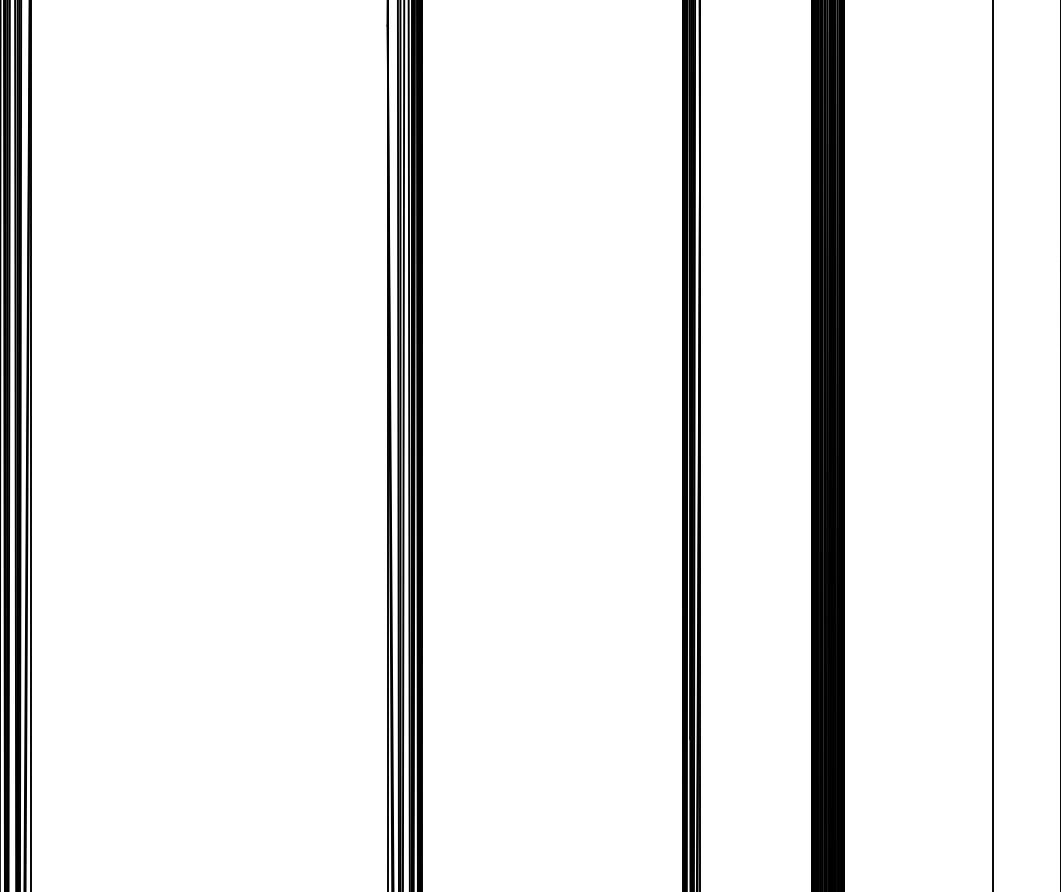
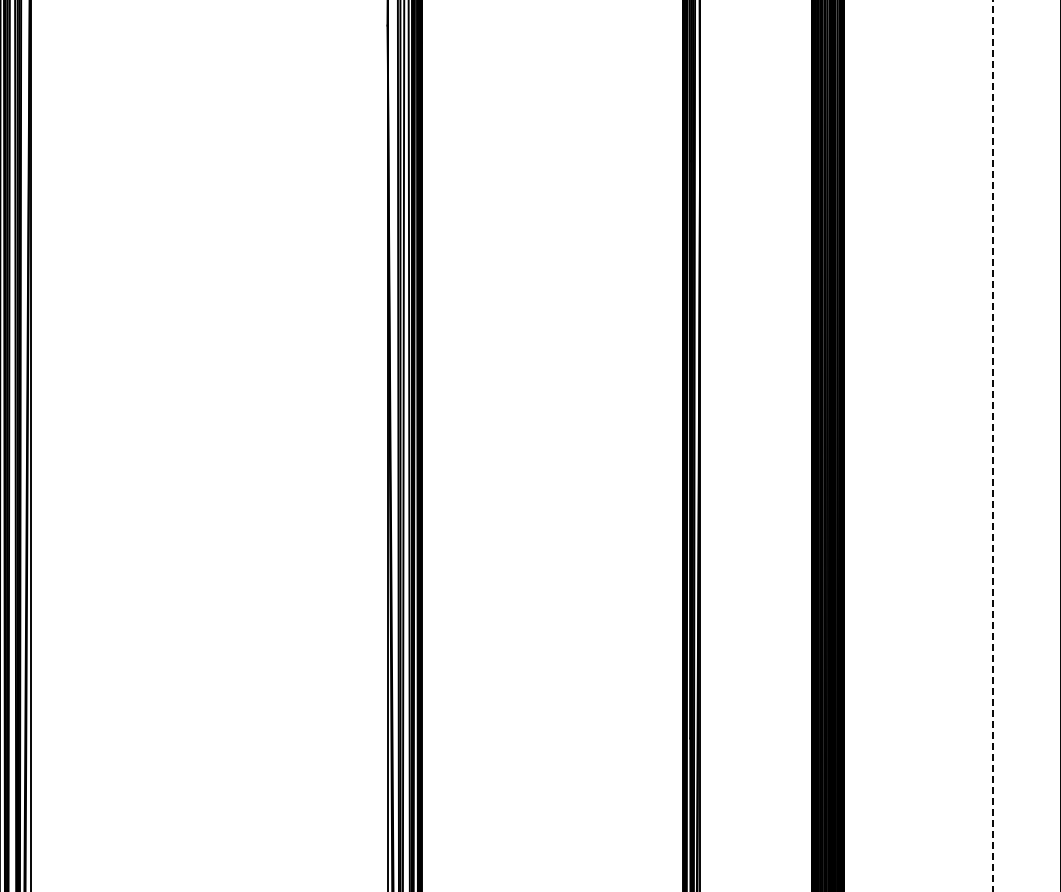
line at (993, 446): solid -> dashed
